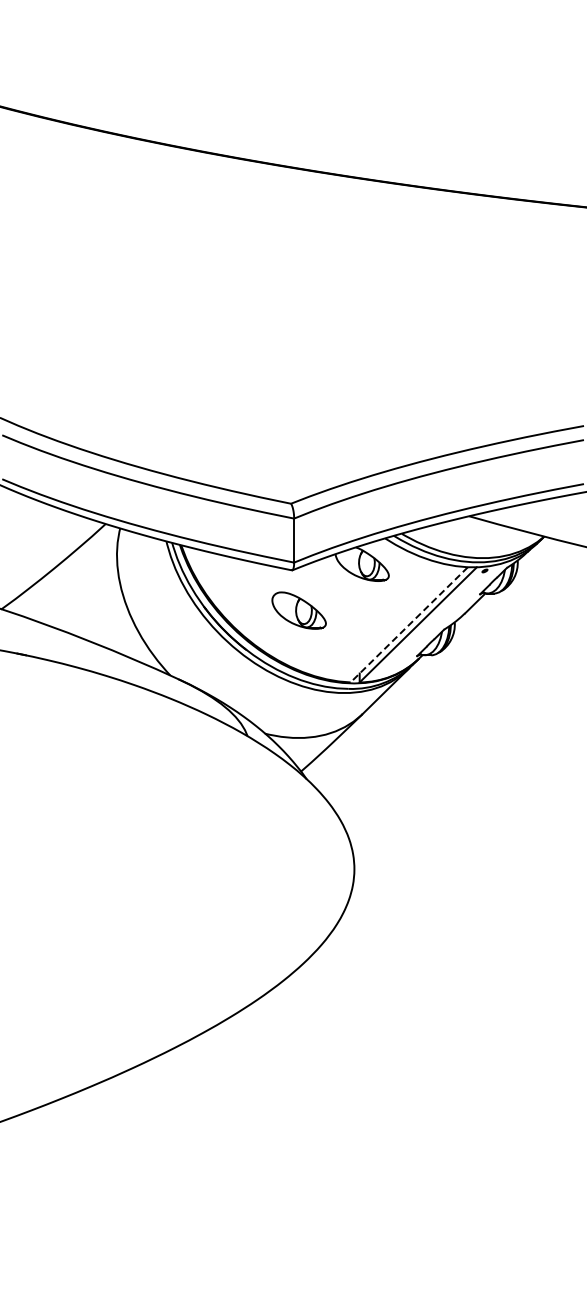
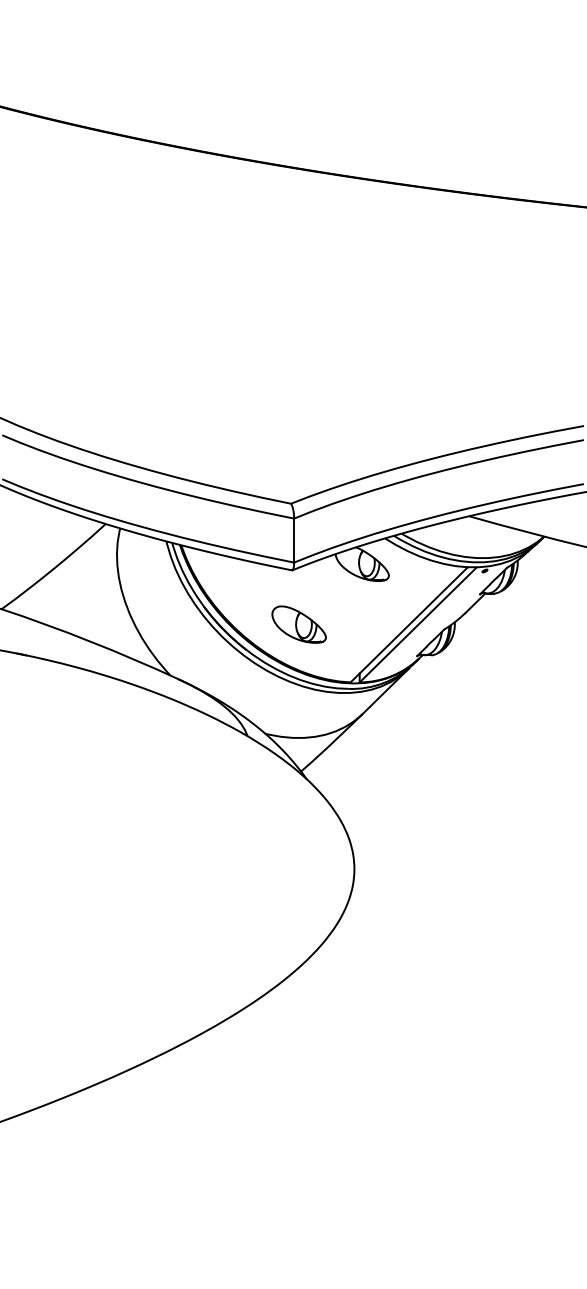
part at (298, 610) position: (298, 610) -> (298, 624)
line at (408, 625): dashed -> solid
